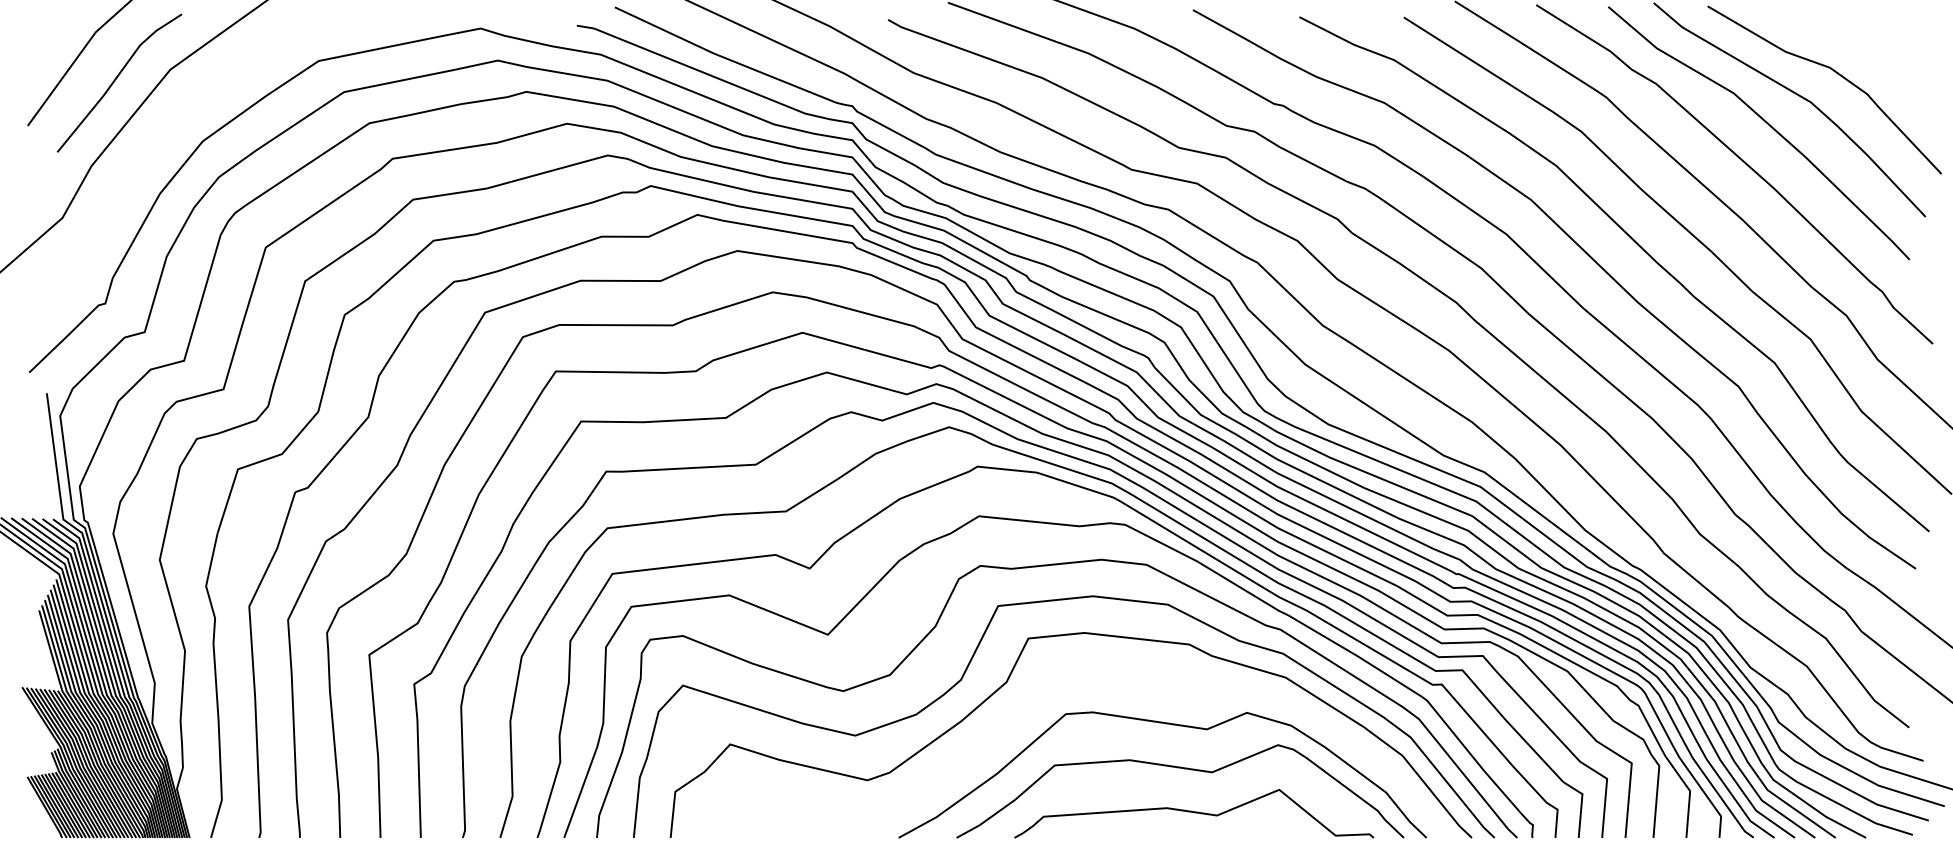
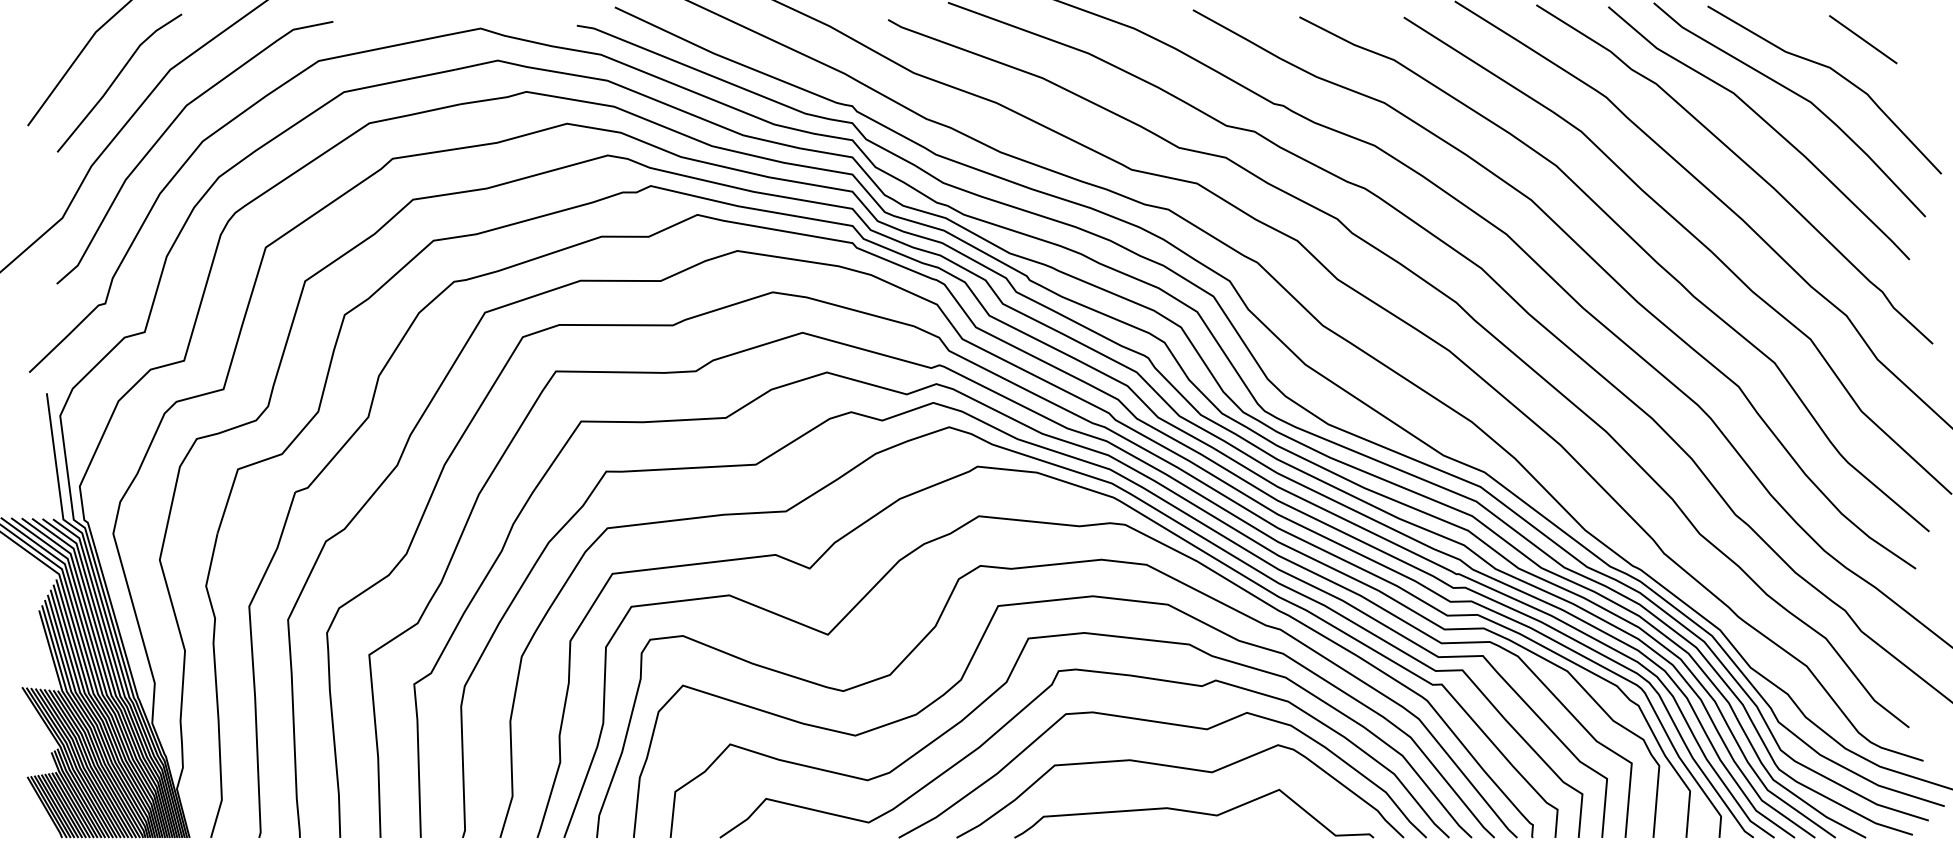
line at (1863, 39): none -> present
curve at (168, 129): none -> present
curve at (1035, 700): none -> present
